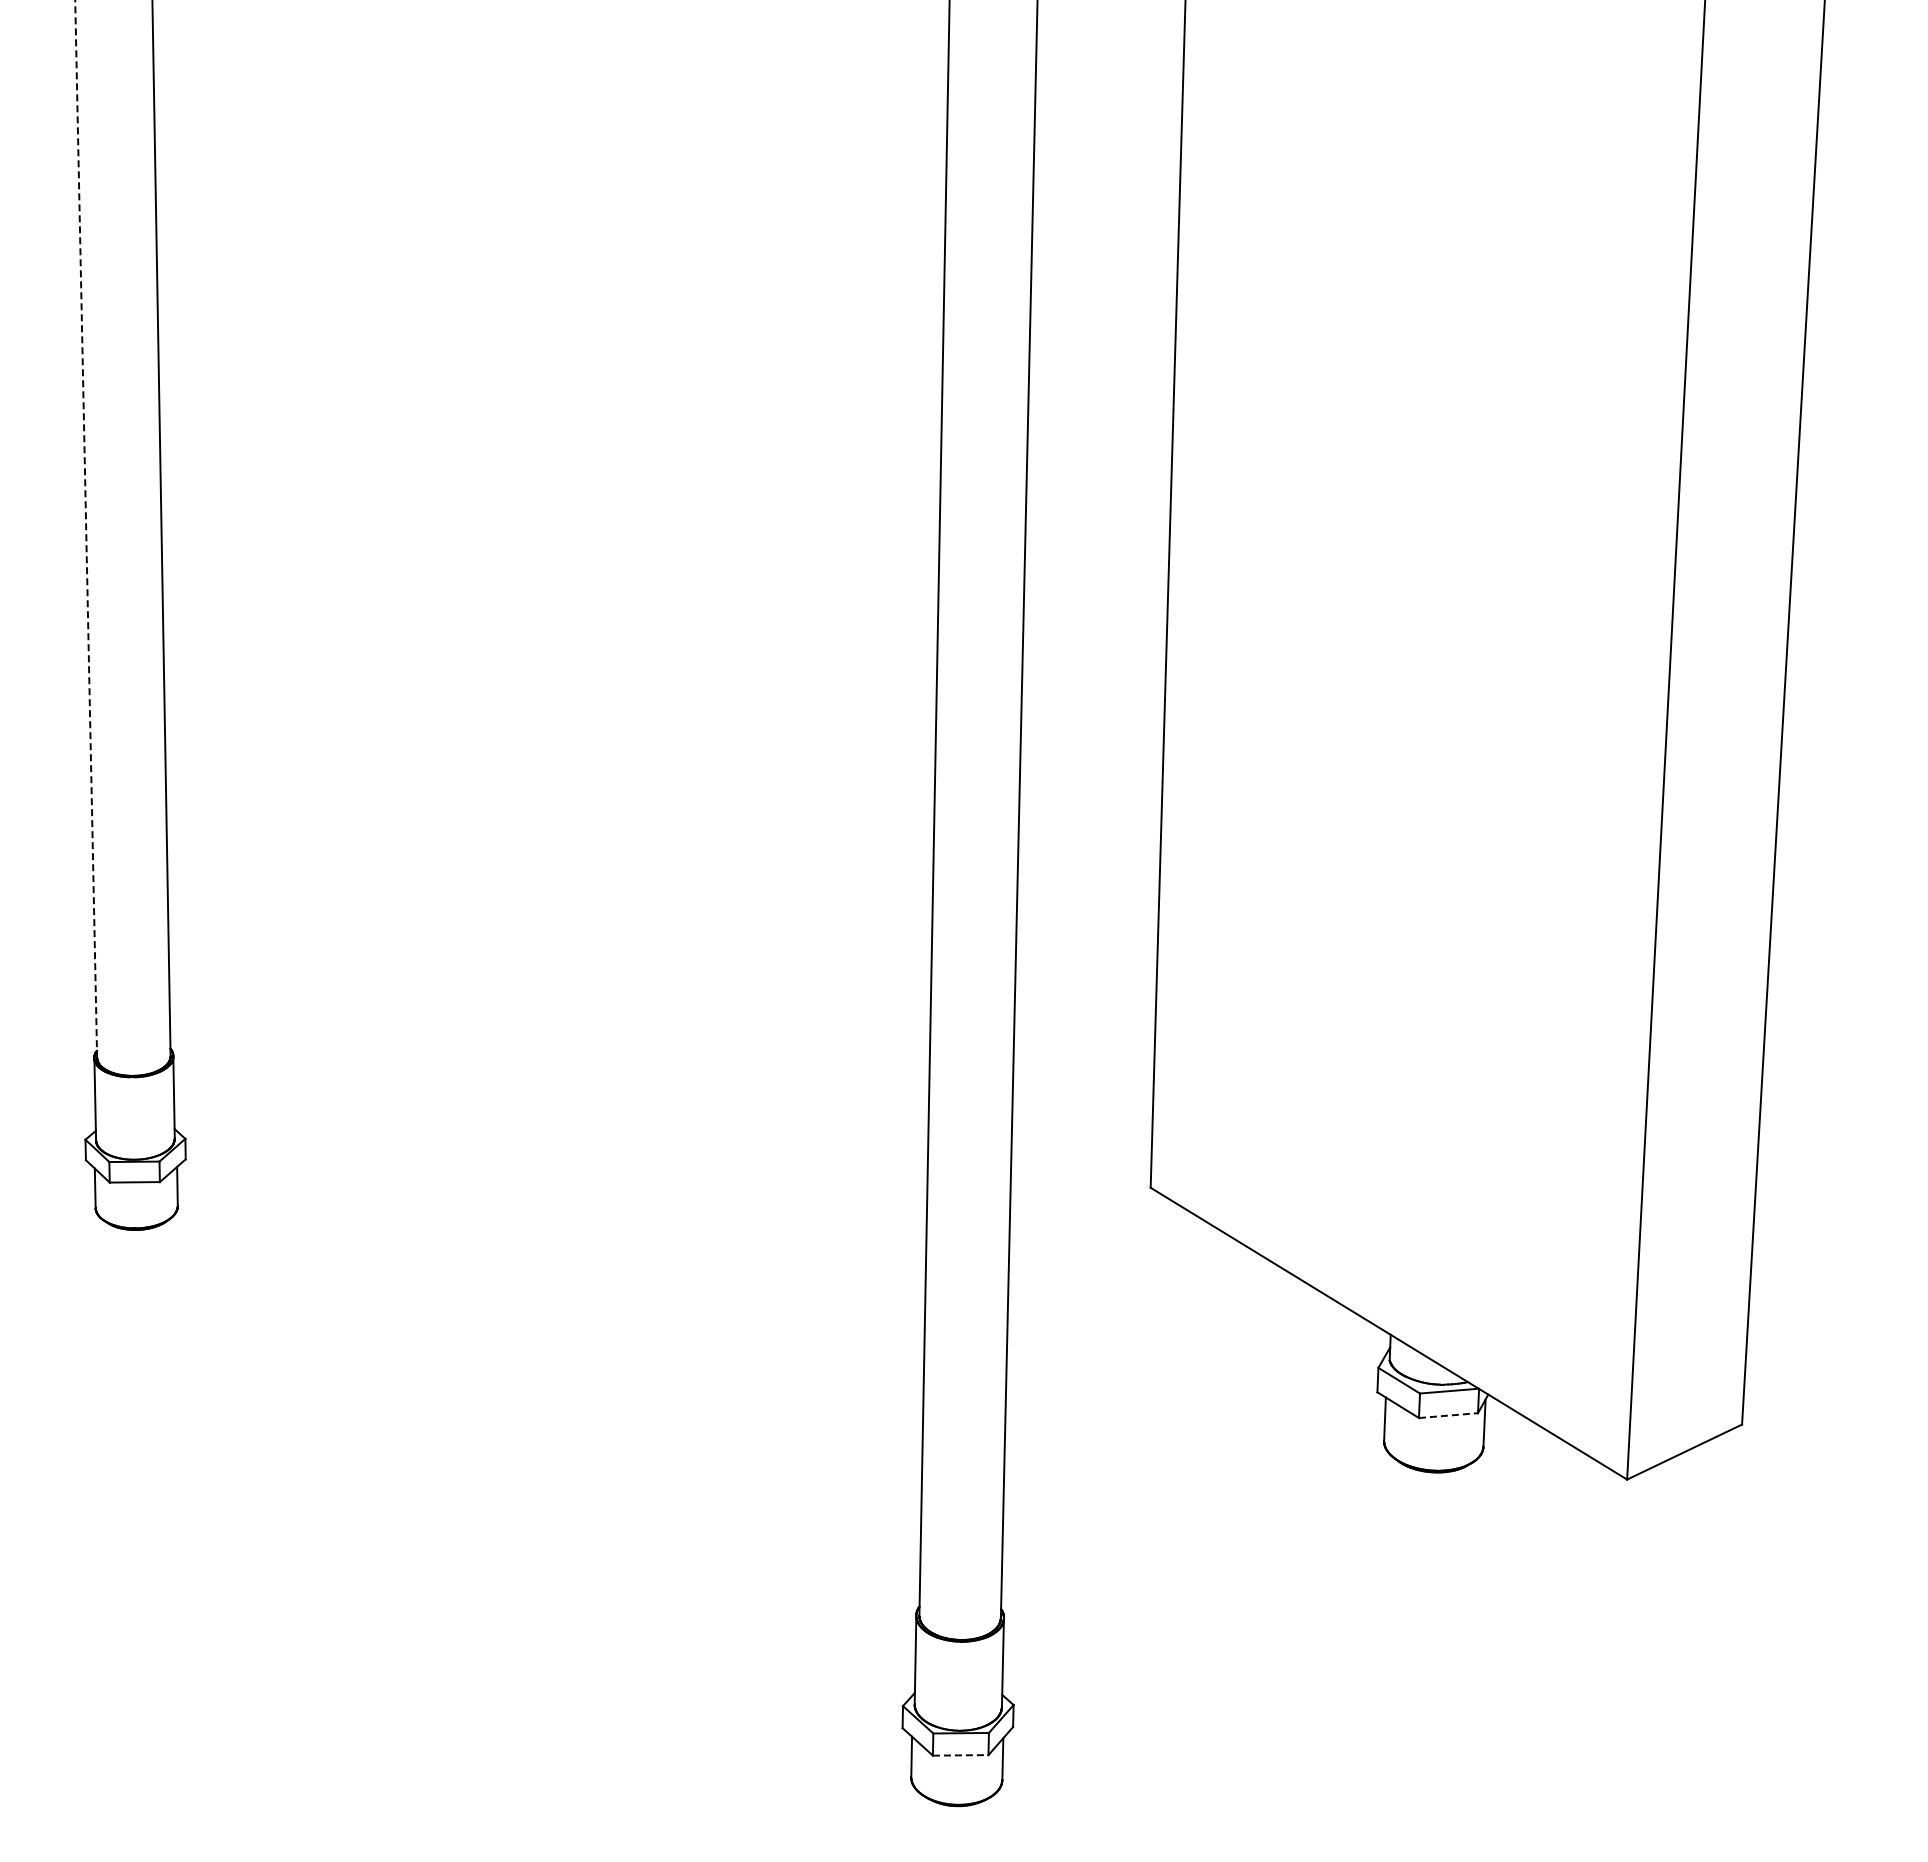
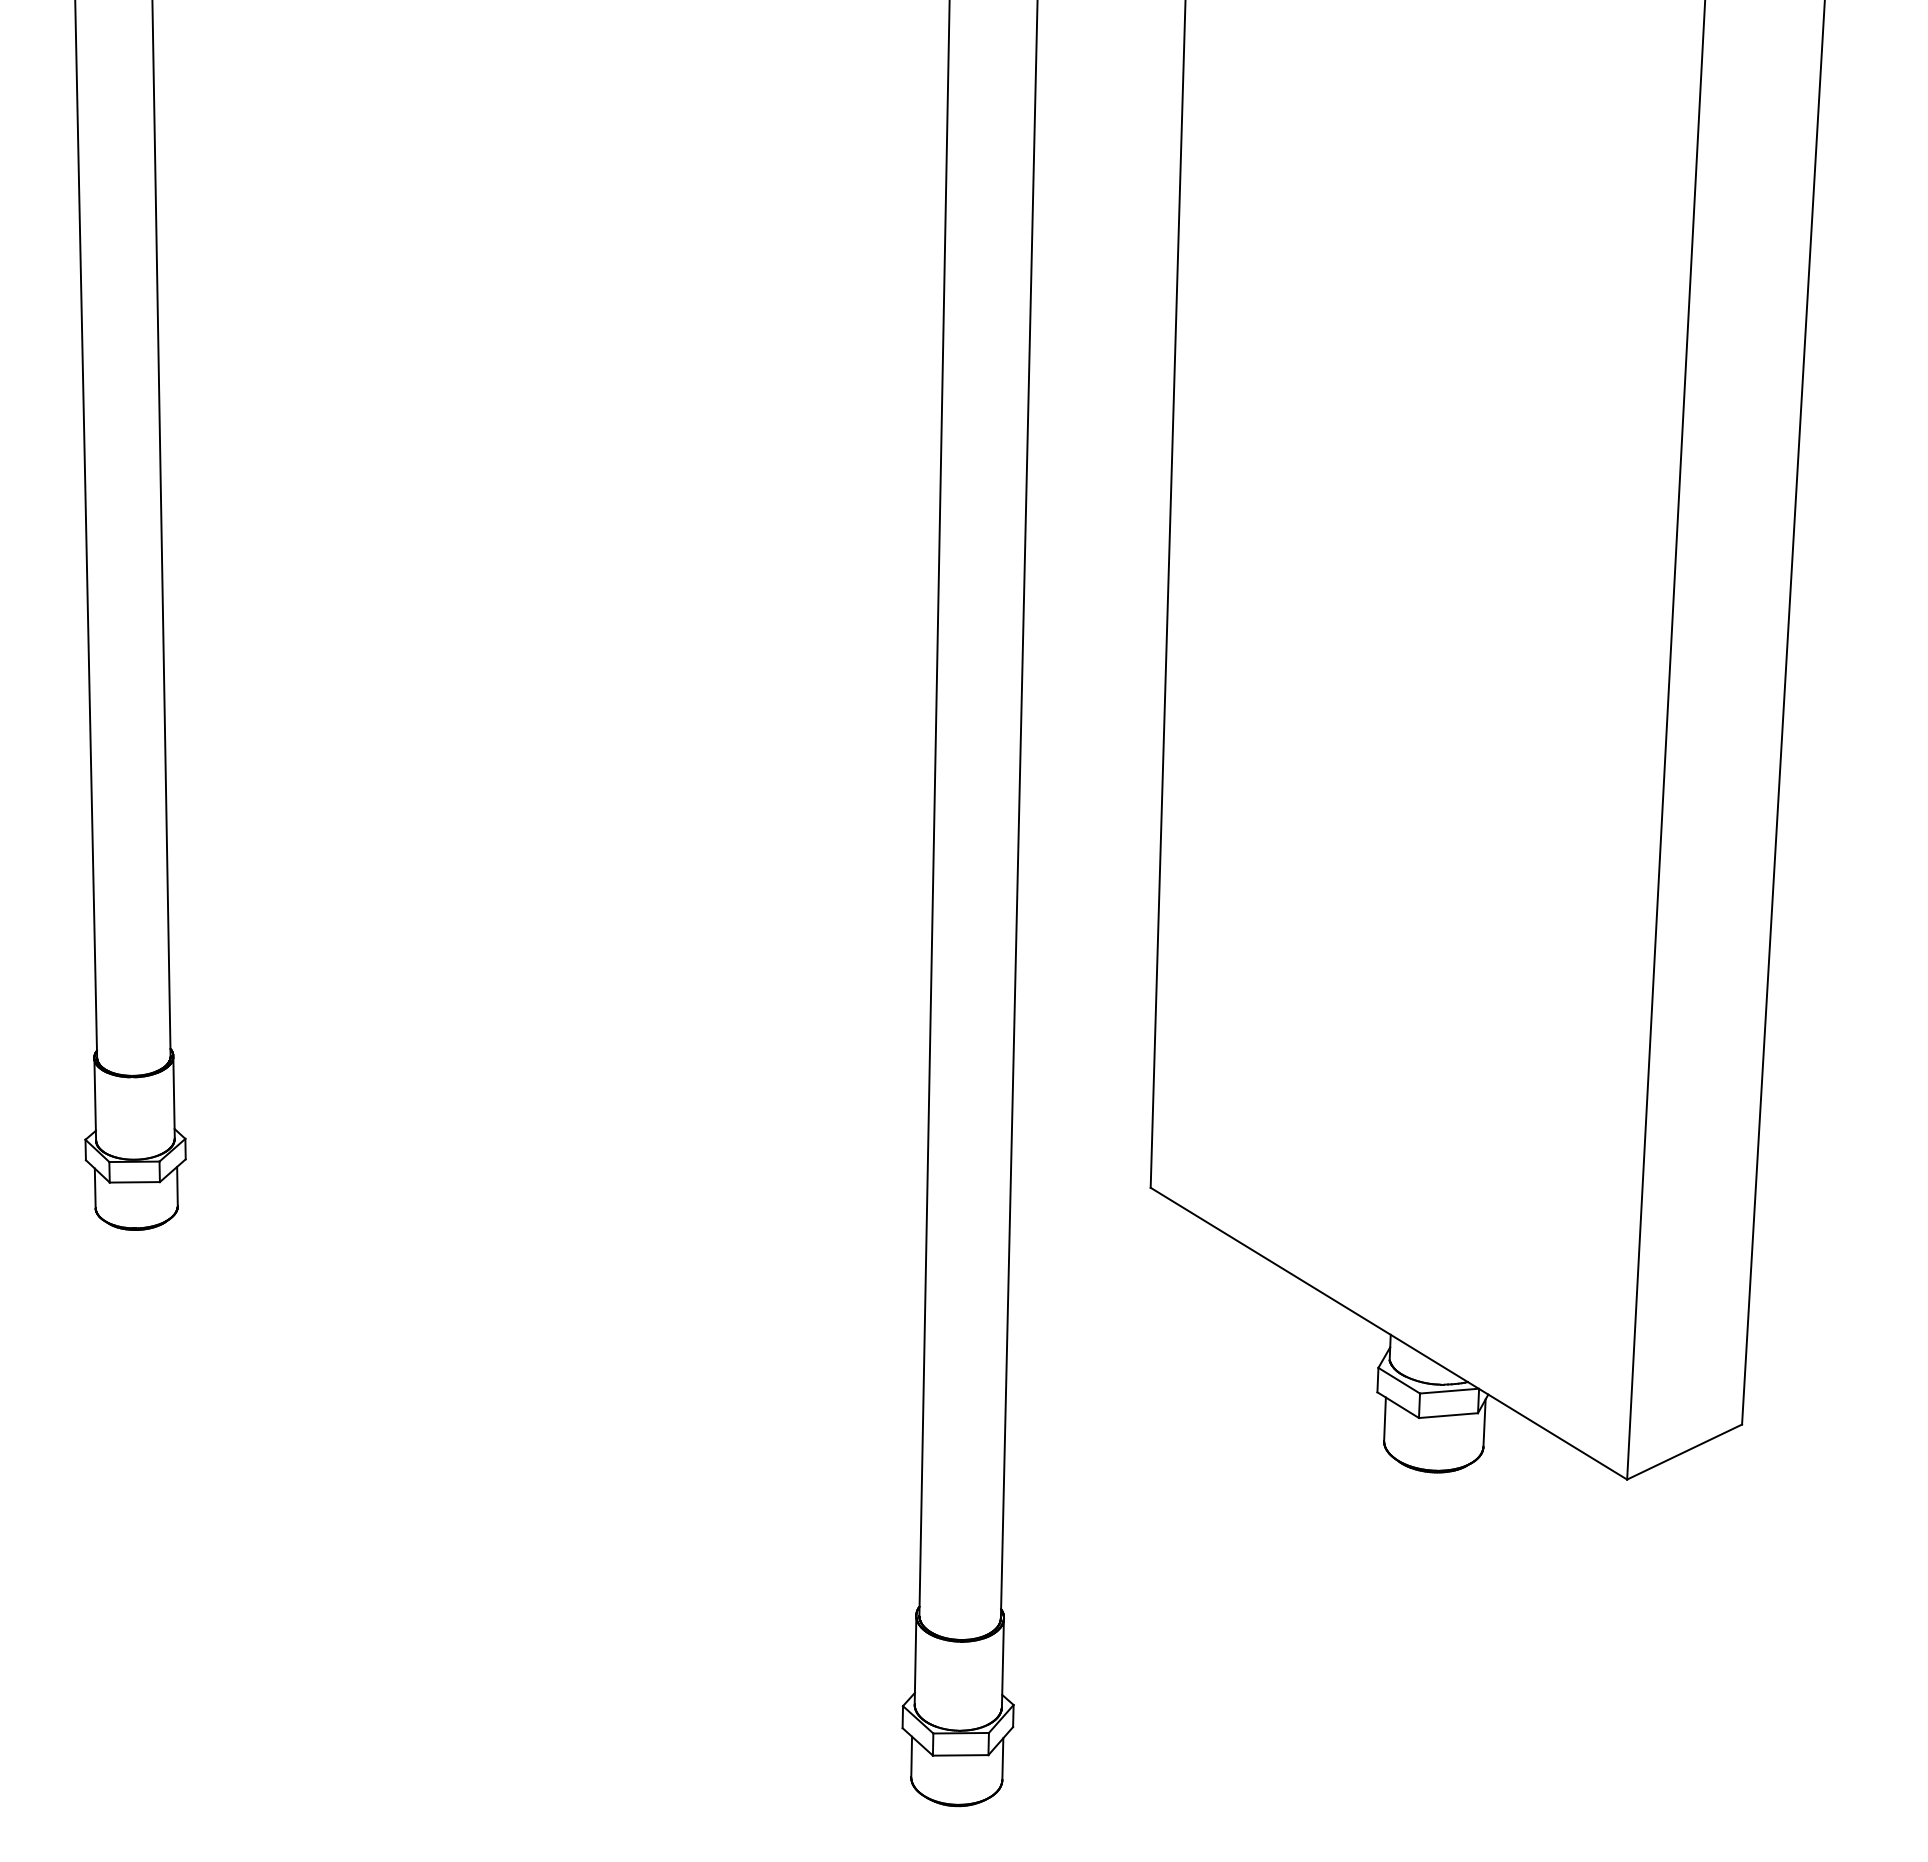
line at (86, 529): dashed -> solid
line at (1448, 1415): dashed -> solid
line at (960, 1755): dashed -> solid
